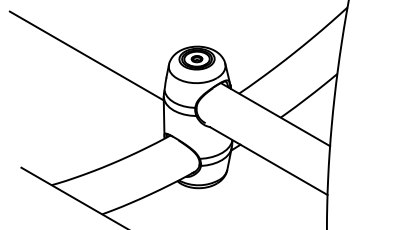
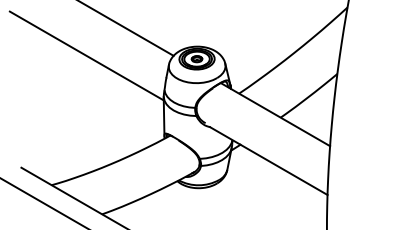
line at (126, 28): none -> present
line at (43, 202): none -> present
